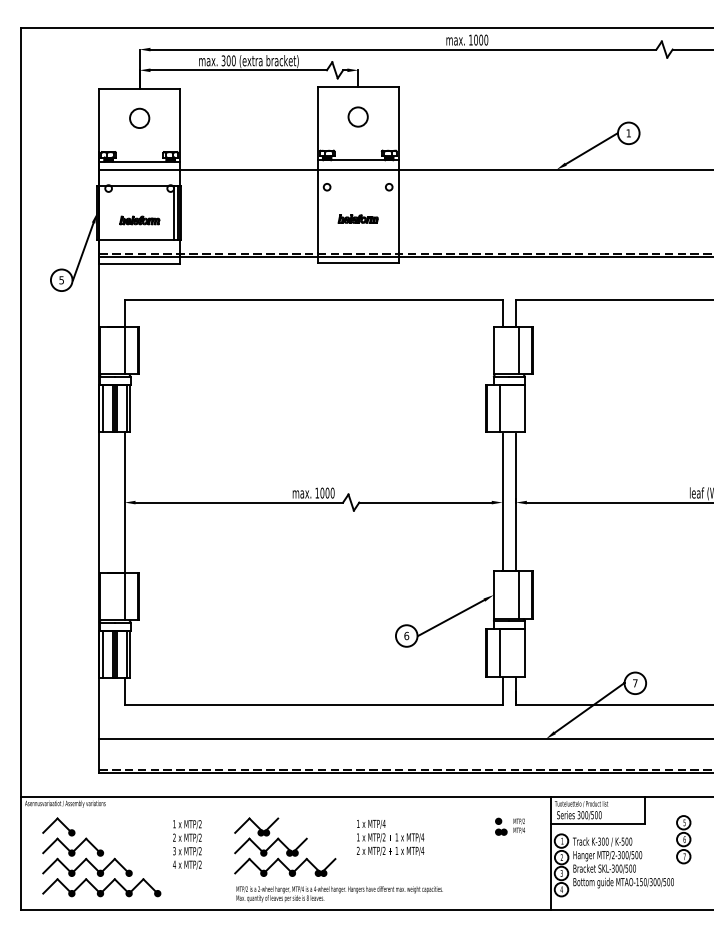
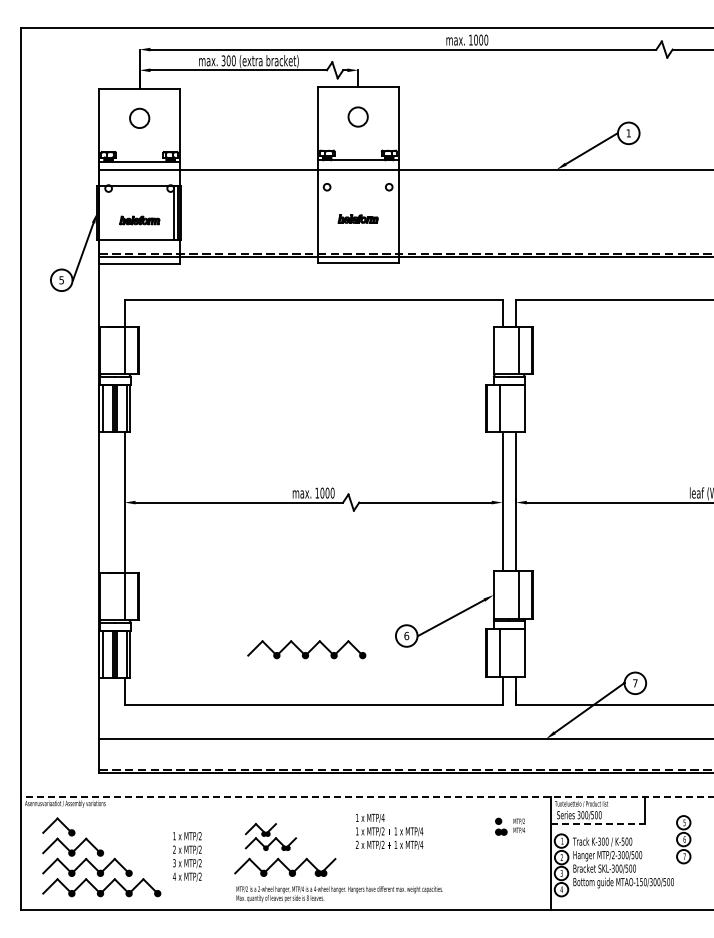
part at (306, 649): none -> present
line at (366, 797): solid -> dashed
line at (598, 824): solid -> dashed
part at (270, 836) size: 74x40 px -> 54x28 px
text at (390, 837) position: (390, 837) -> (389, 831)
text at (187, 844) position: (187, 844) -> (187, 856)
